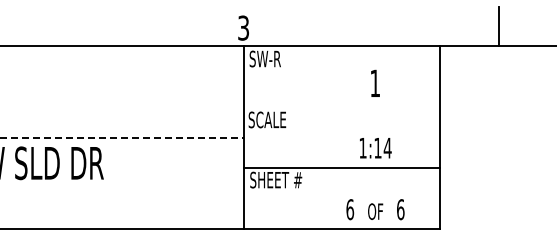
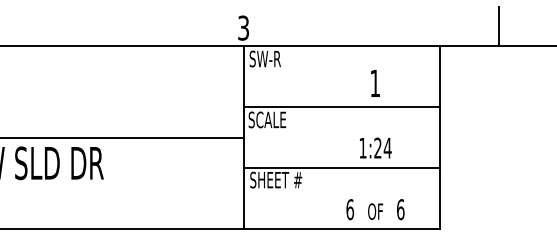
line at (341, 107): none -> present
line at (122, 137): dashed -> solid
text at (377, 147): 1:14 -> 1:24
